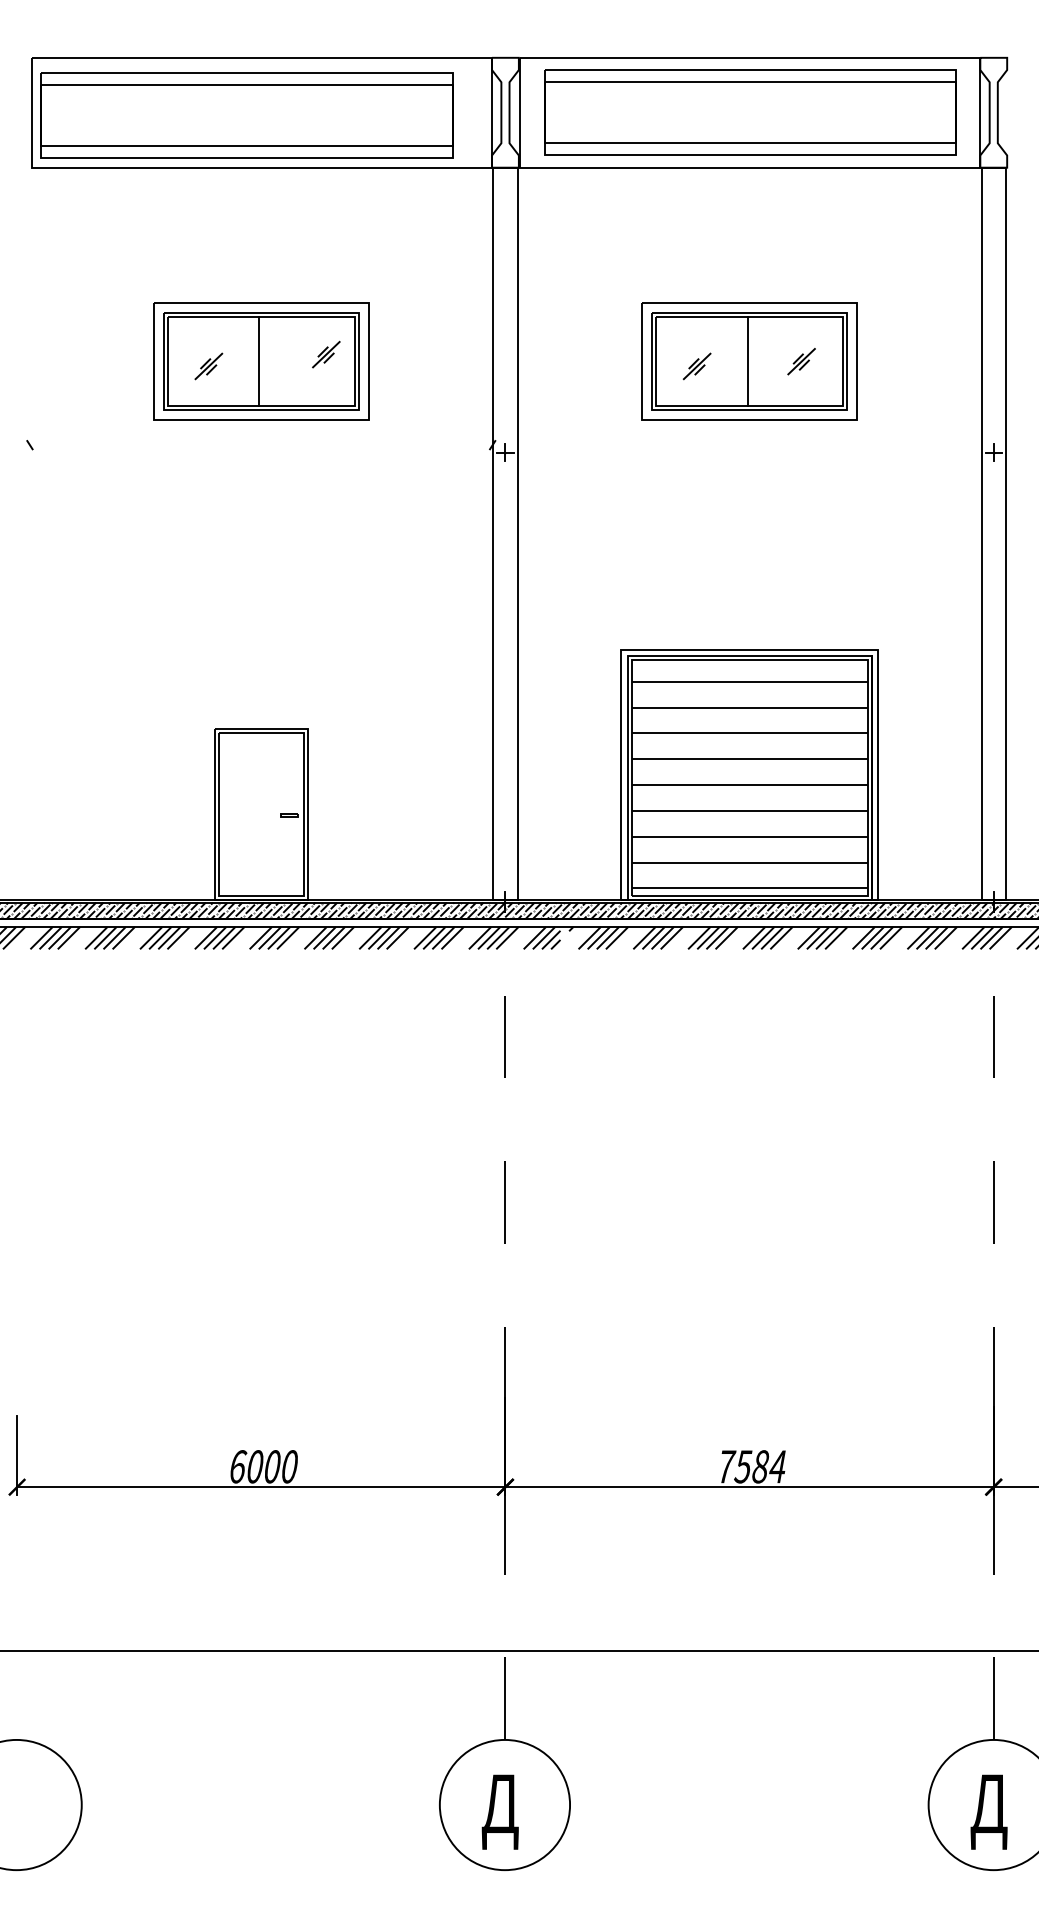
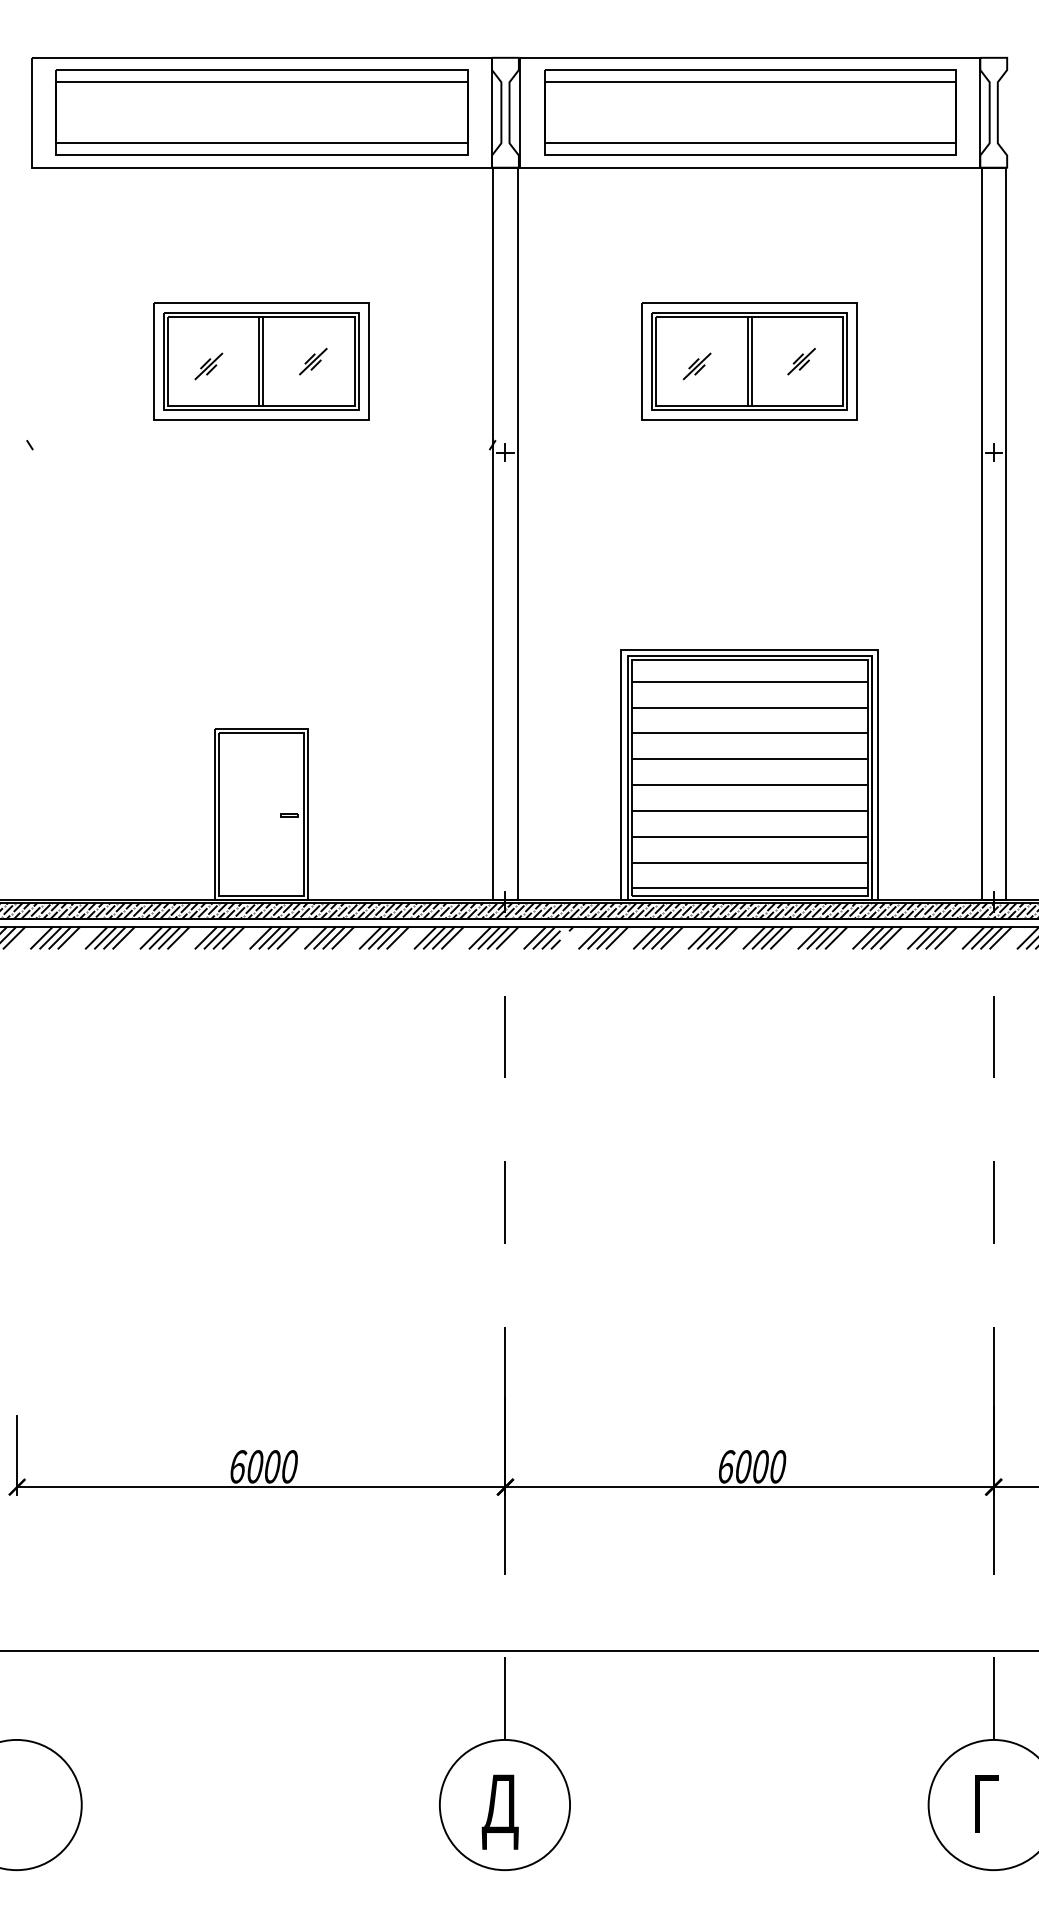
part at (246, 115) position: (246, 115) -> (261, 112)
part at (326, 354) position: (326, 354) -> (313, 361)
line at (263, 361): none -> present
line at (751, 361): none -> present
text at (752, 1466): 7584 -> 6000
text at (988, 1811): Д -> Г
